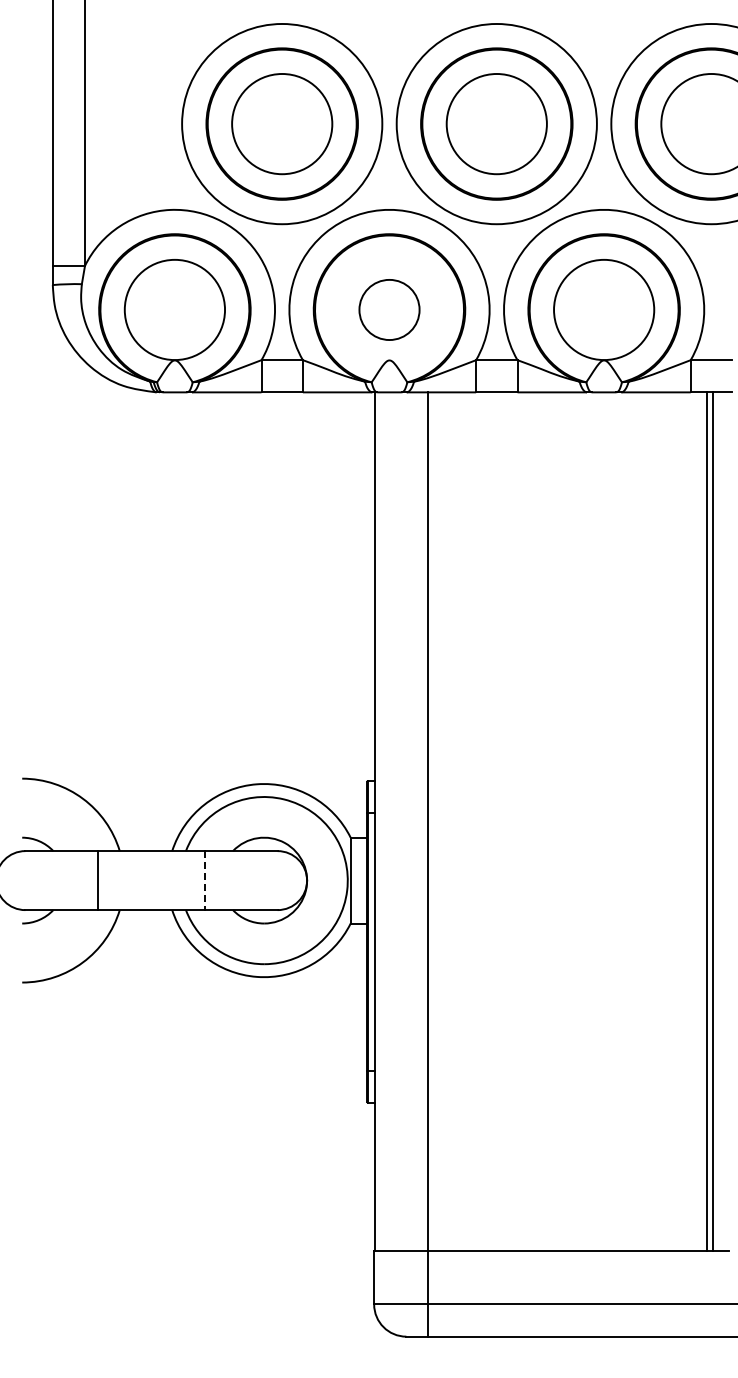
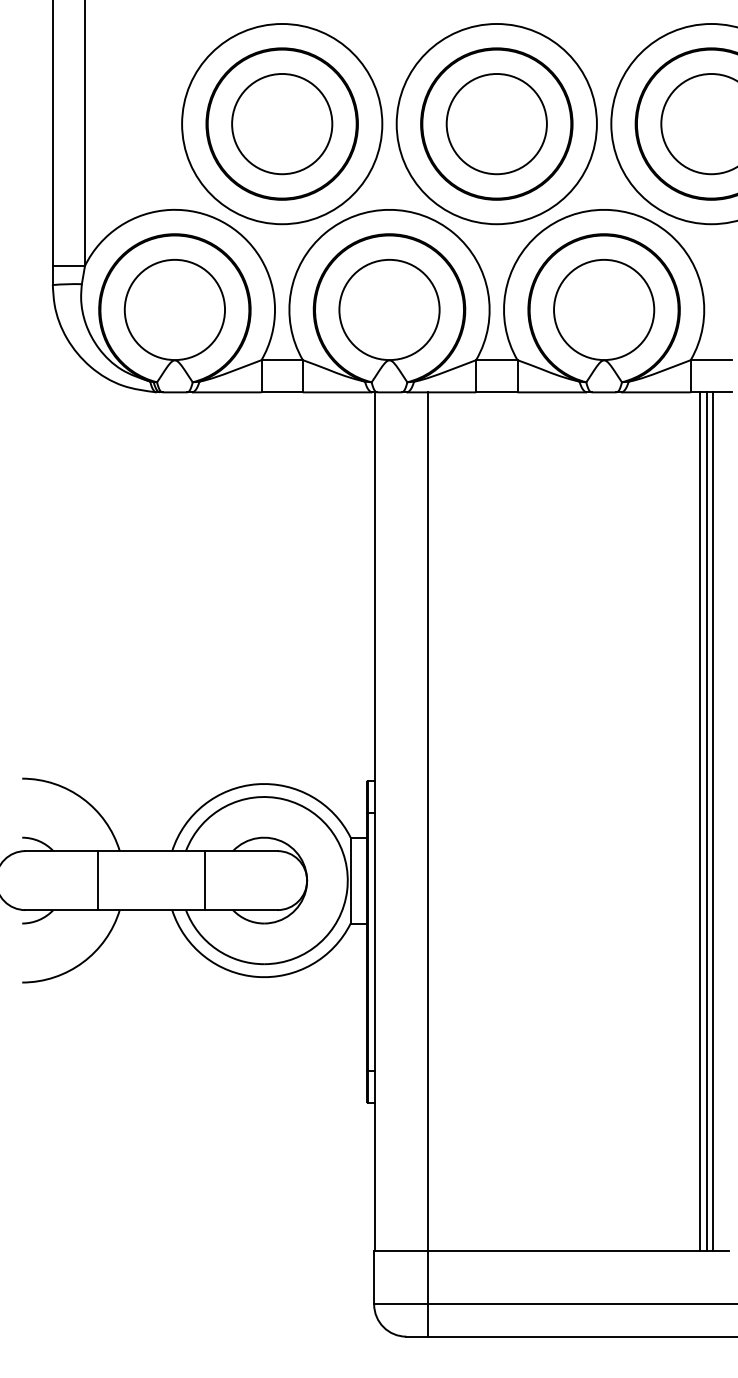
circle at (389, 309) diameter: 60 px -> 100 px
line at (699, 821): none -> present
line at (205, 880): dashed -> solid
